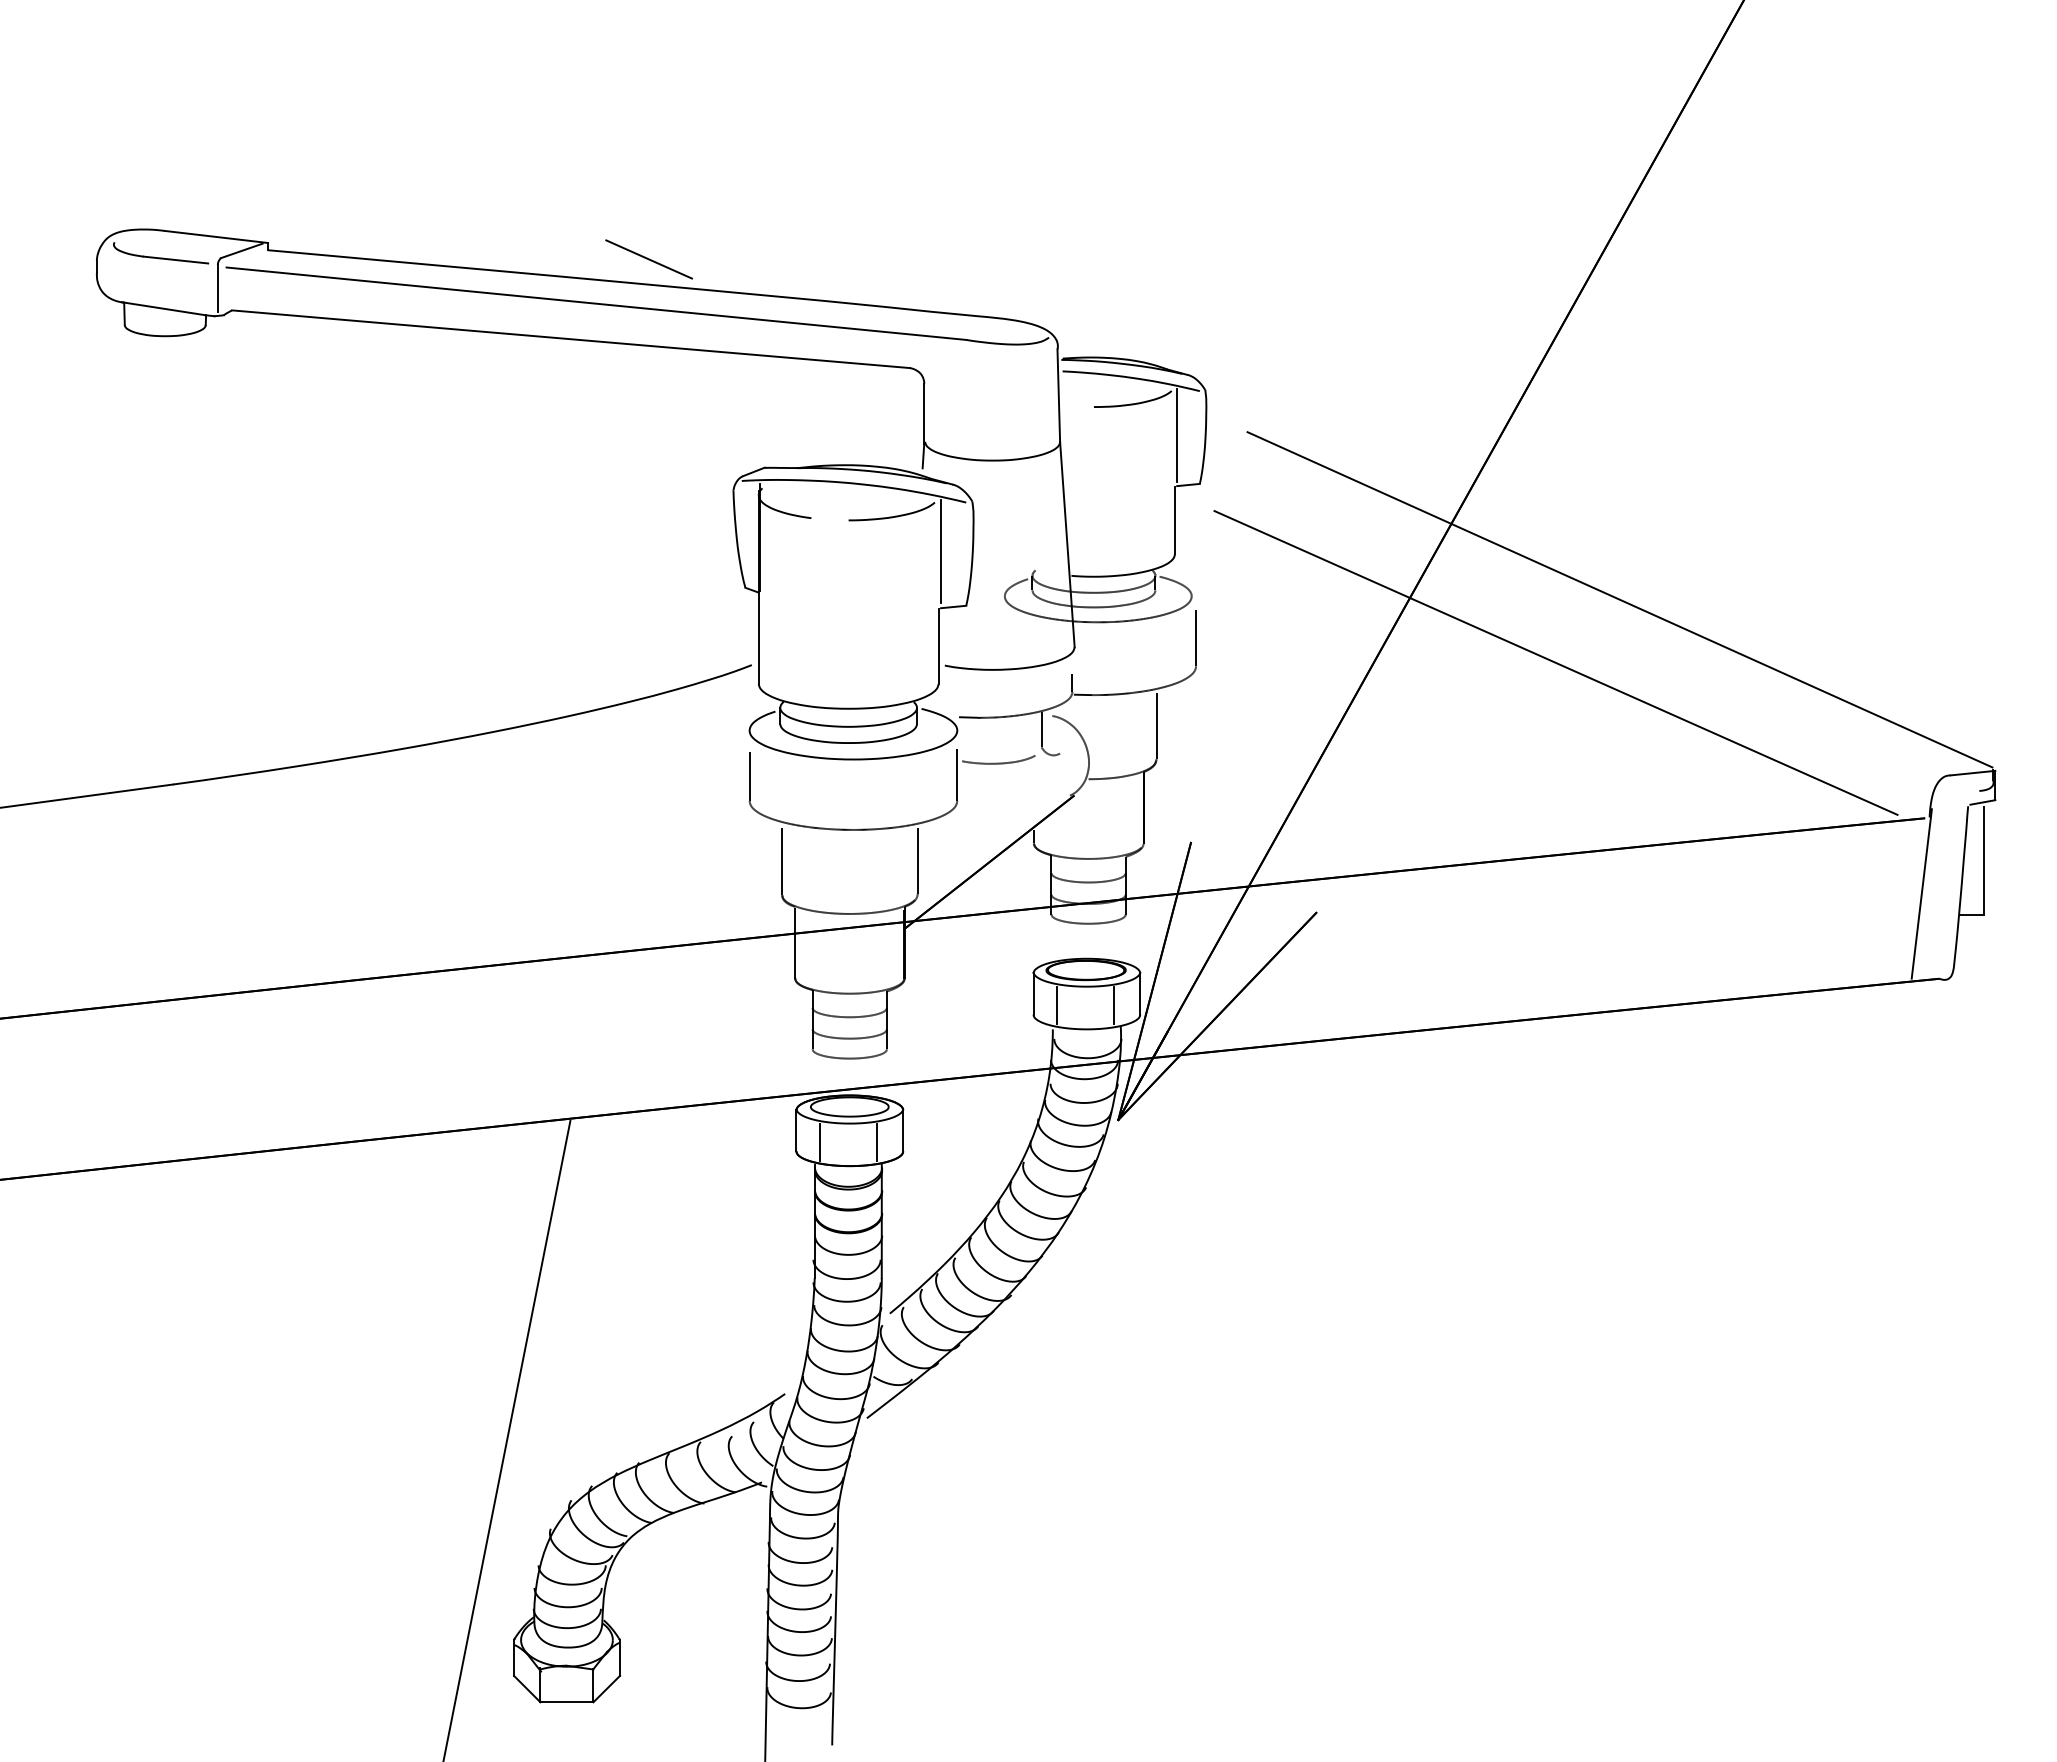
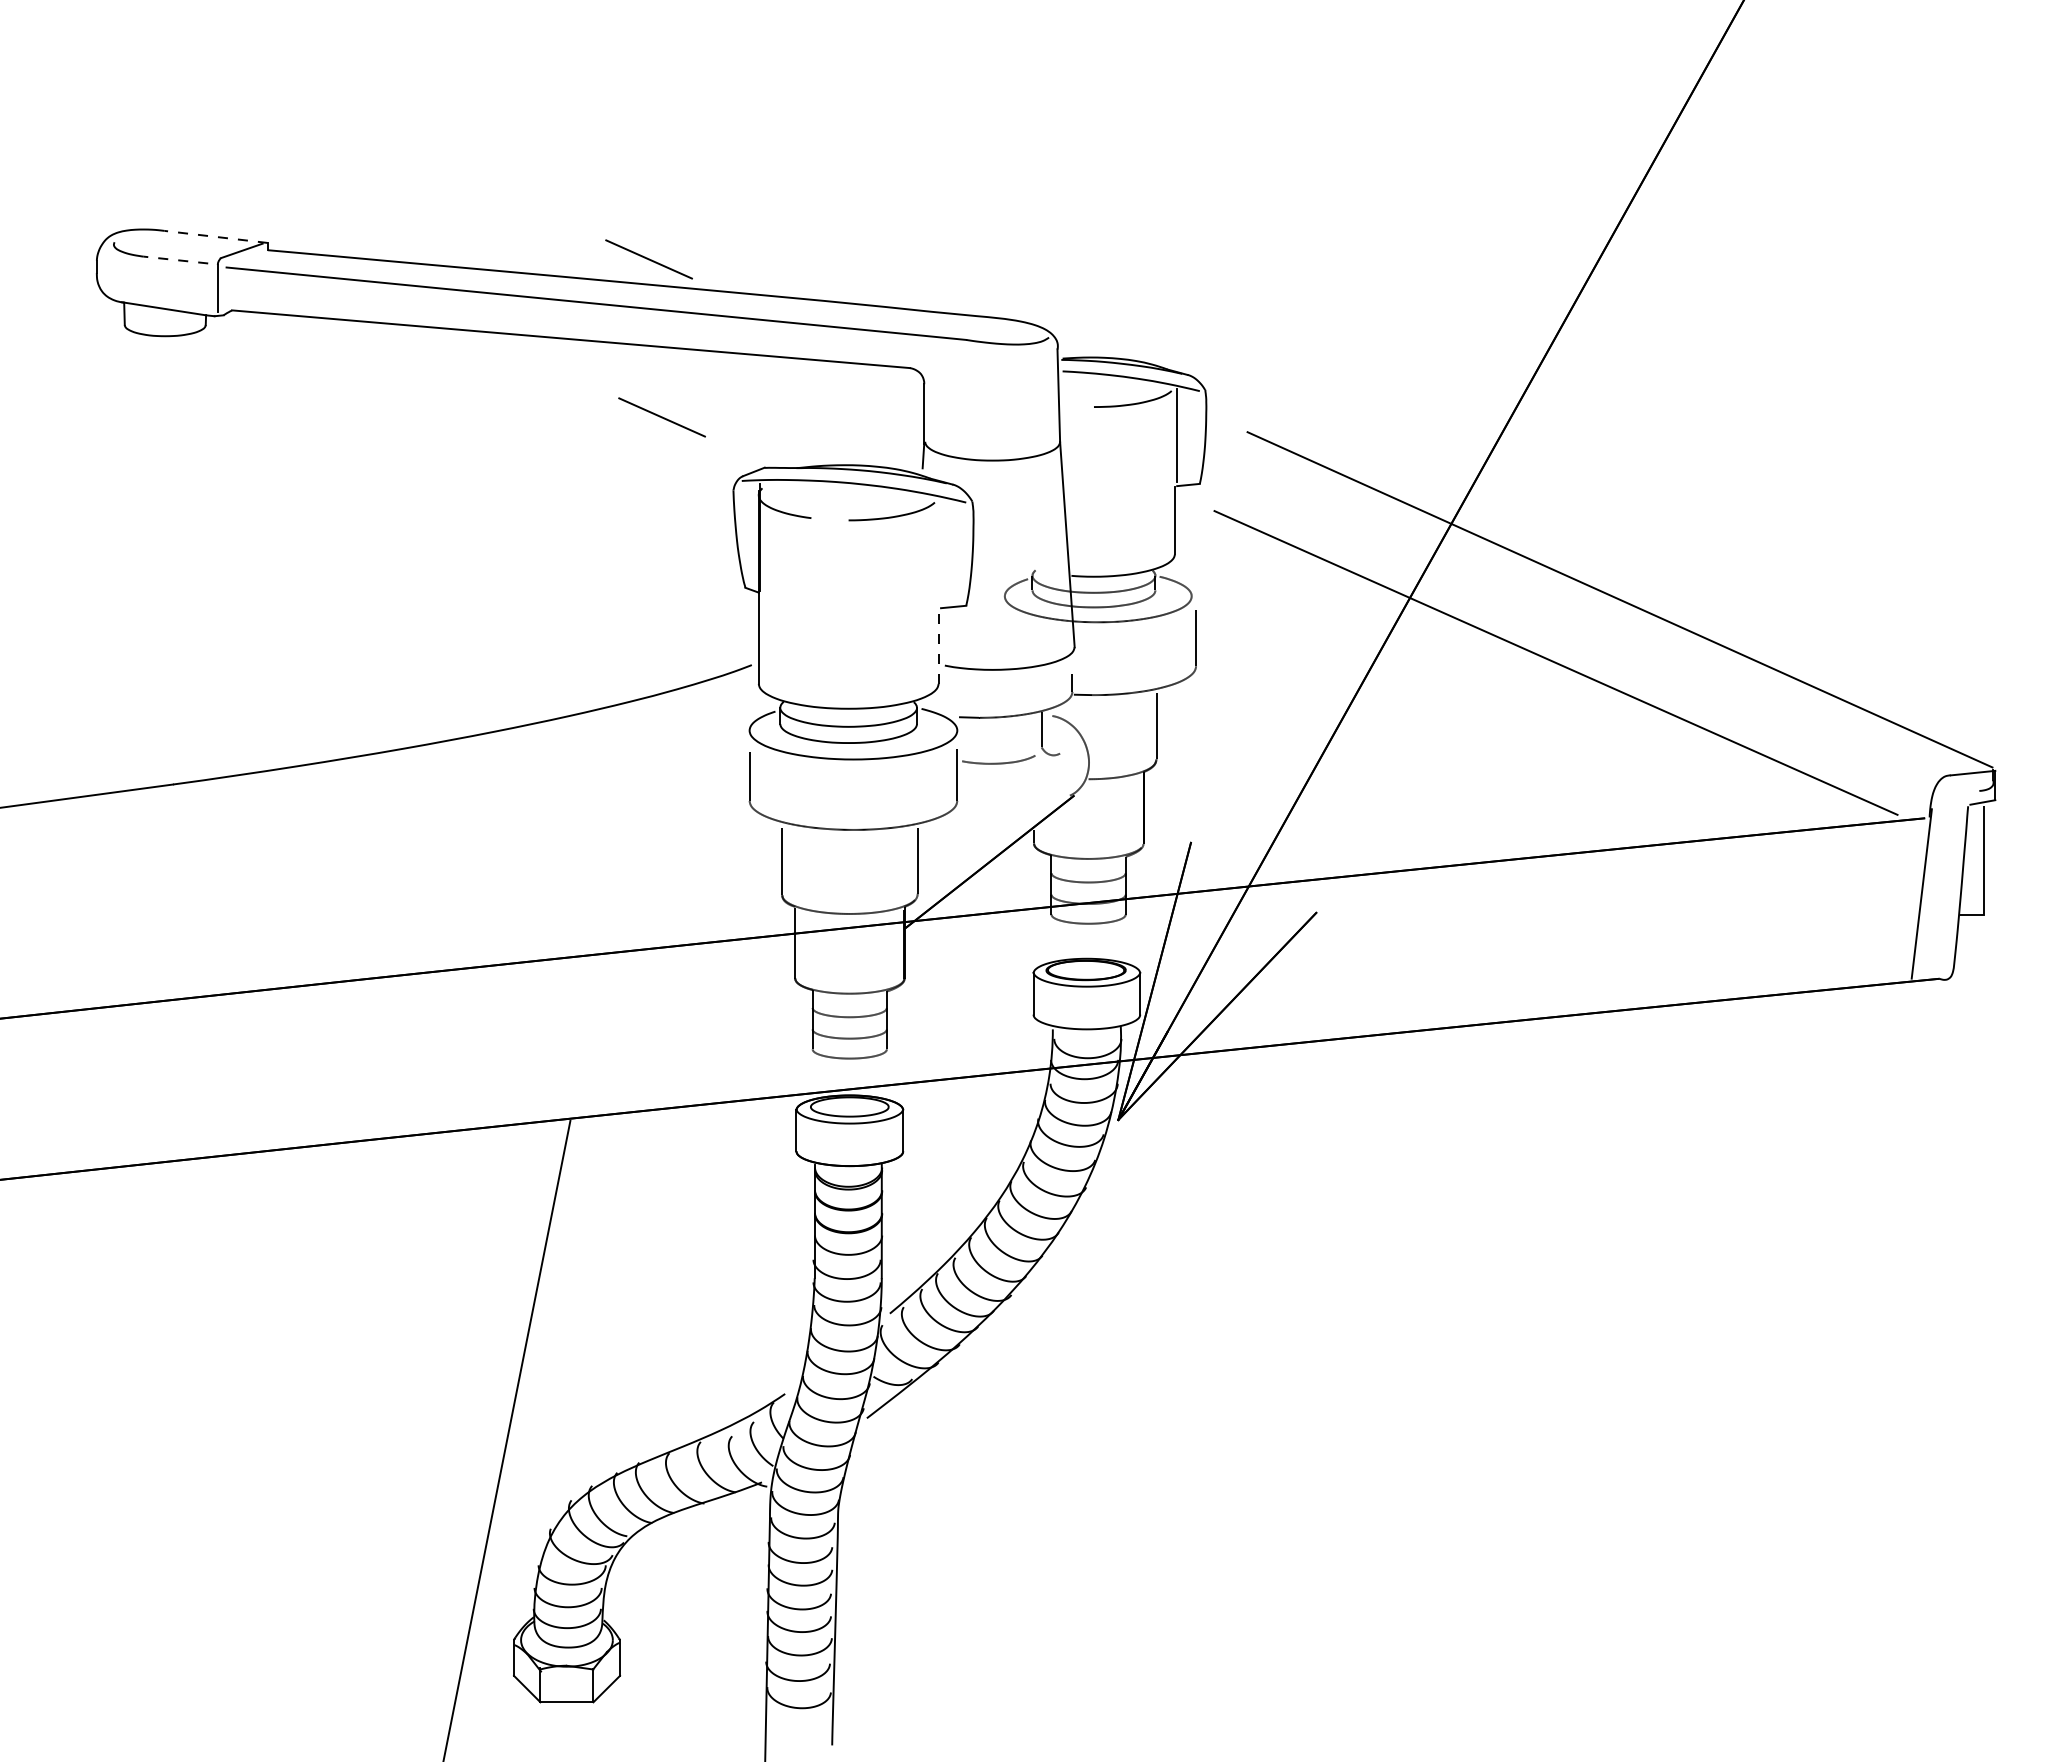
line at (216, 236): solid -> dashed
line at (175, 260): solid -> dashed
line at (661, 417): none -> present
line at (941, 551): present -> none
line at (938, 646): solid -> dashed
line at (1057, 1005): present -> none
line at (1114, 1005): present -> none
line at (820, 1142): present -> none
line at (877, 1142): present -> none
